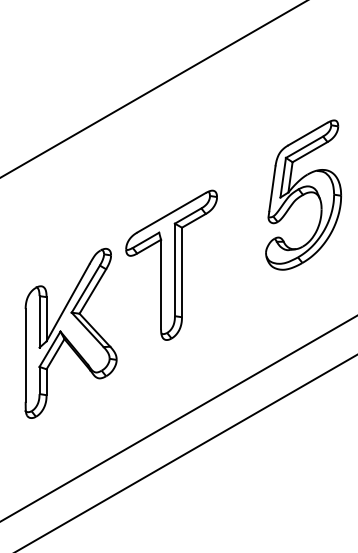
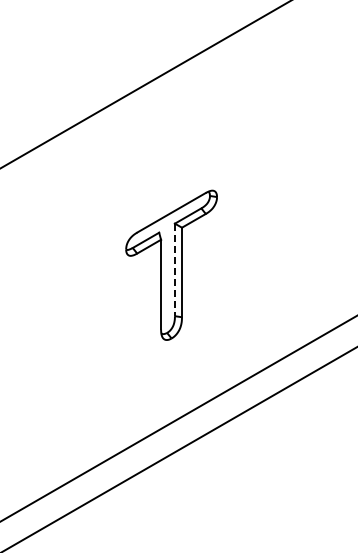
line at (153, 89) position: (153, 89) -> (145, 84)
part at (303, 194): present -> none
line at (174, 270): solid -> dashed
part at (70, 332): present -> none
line at (186, 452) position: (186, 452) -> (180, 448)
